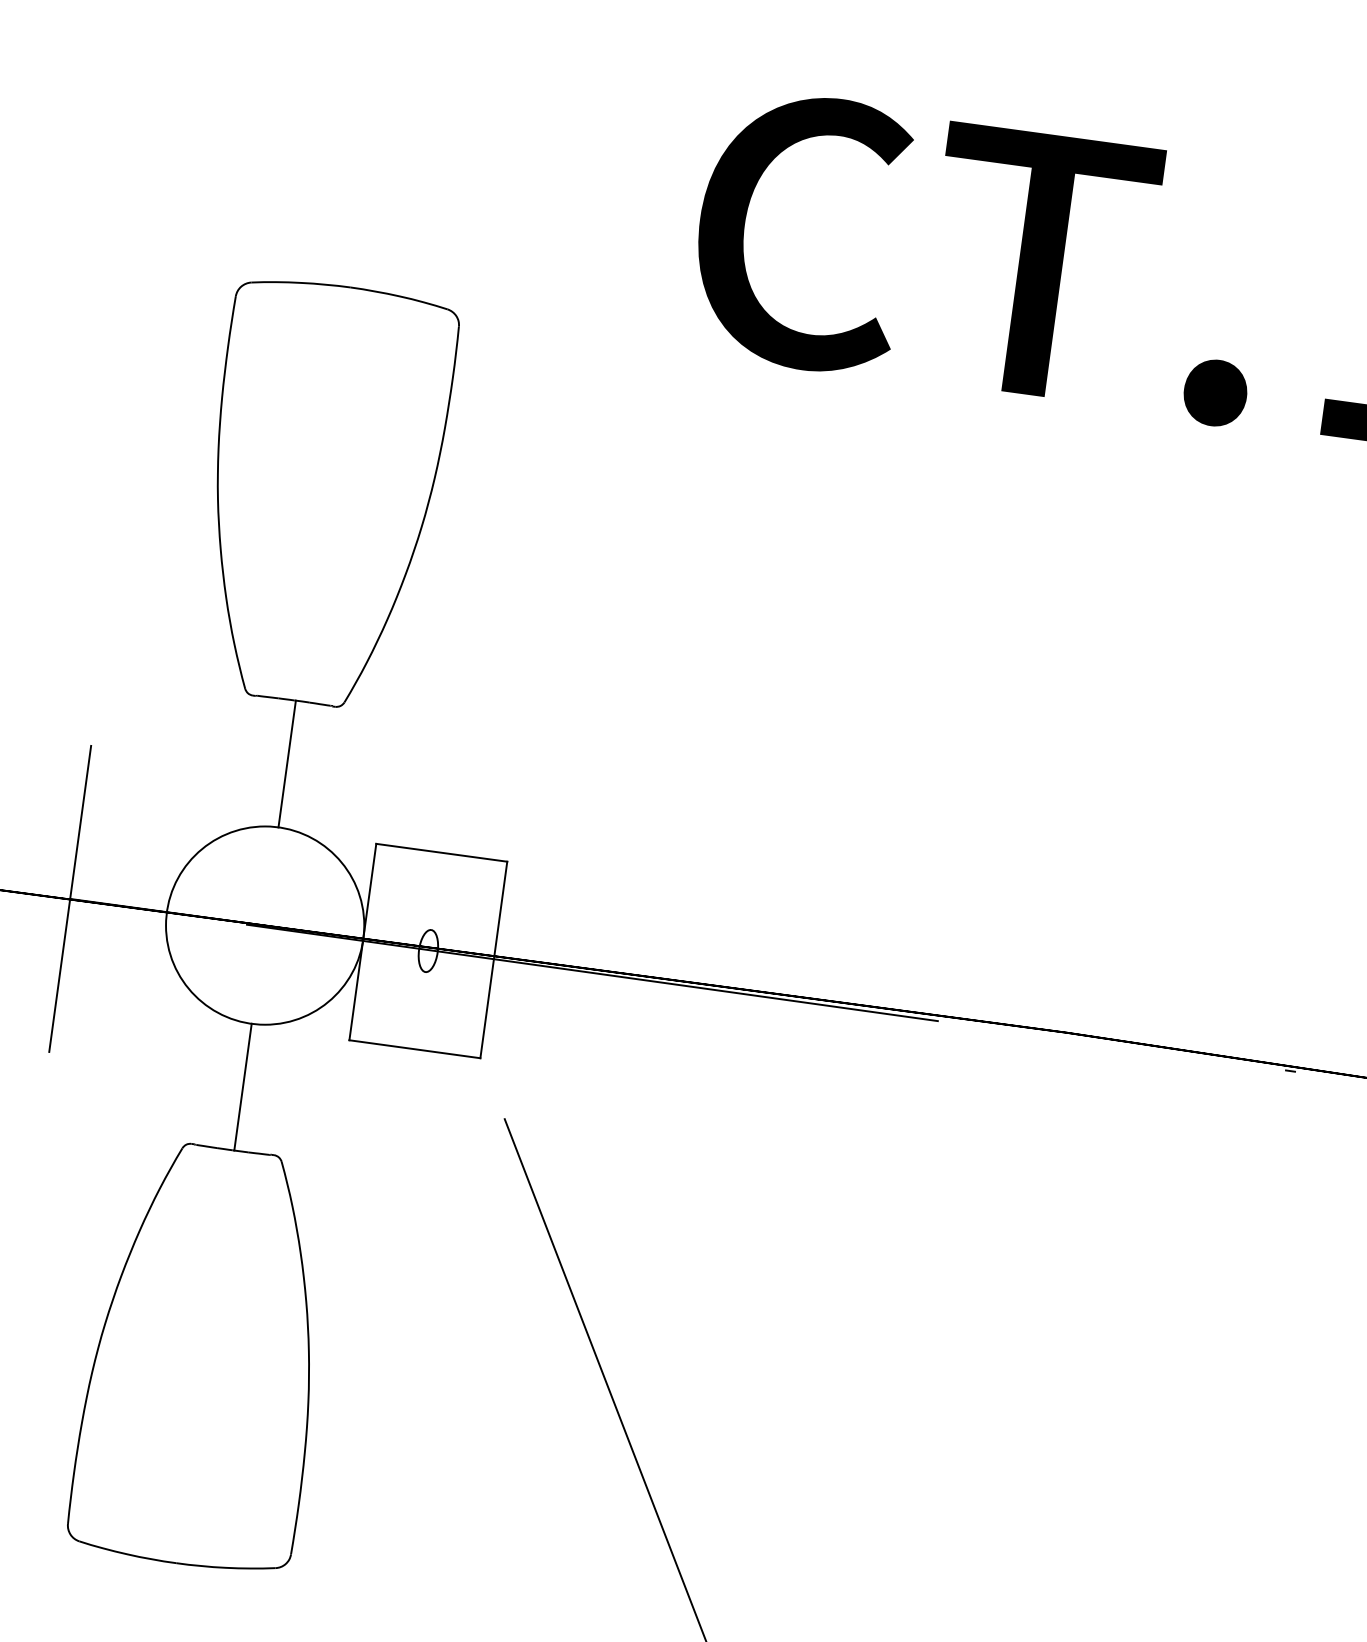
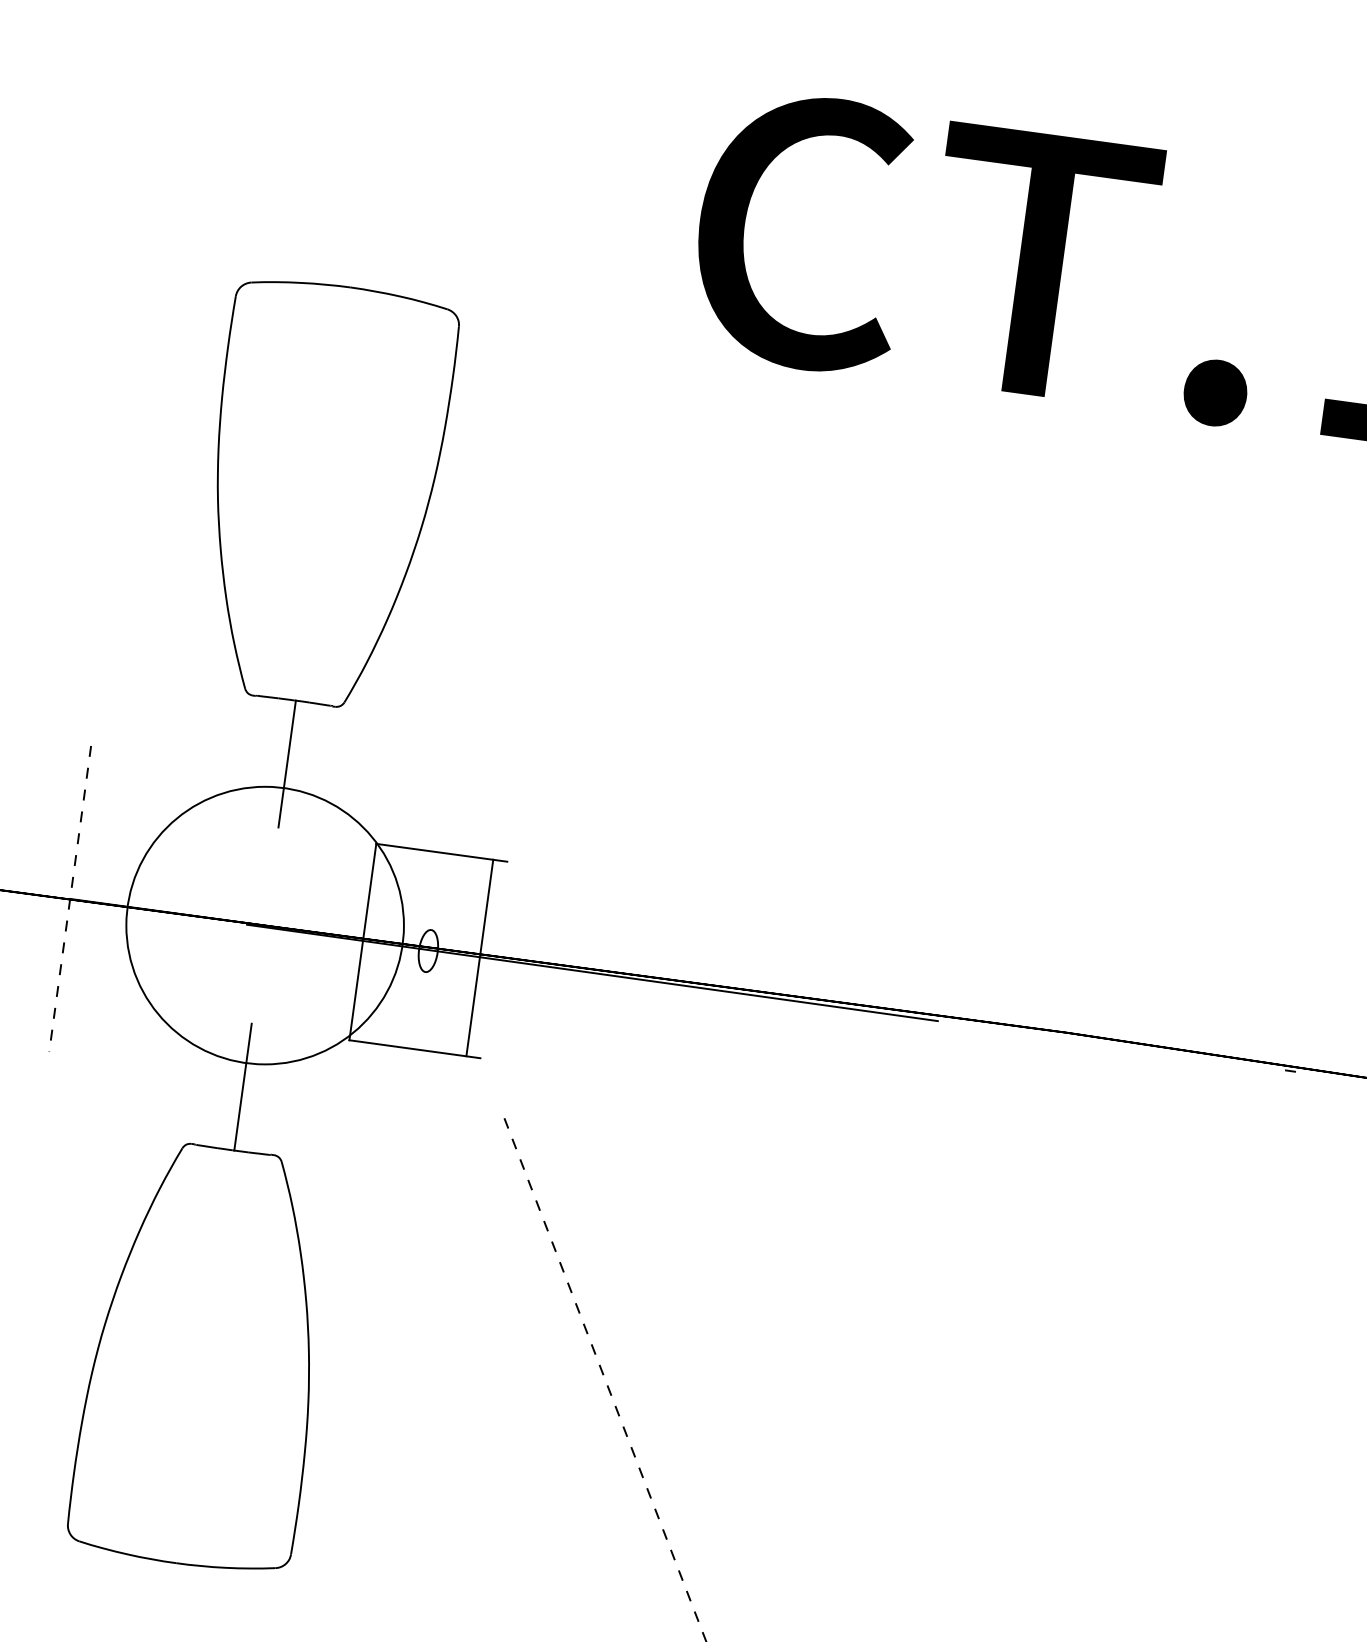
line at (70, 899): solid -> dashed
circle at (265, 925) diameter: 198 px -> 278 px
line at (493, 959) position: (493, 959) -> (479, 957)
line at (605, 1380): solid -> dashed
